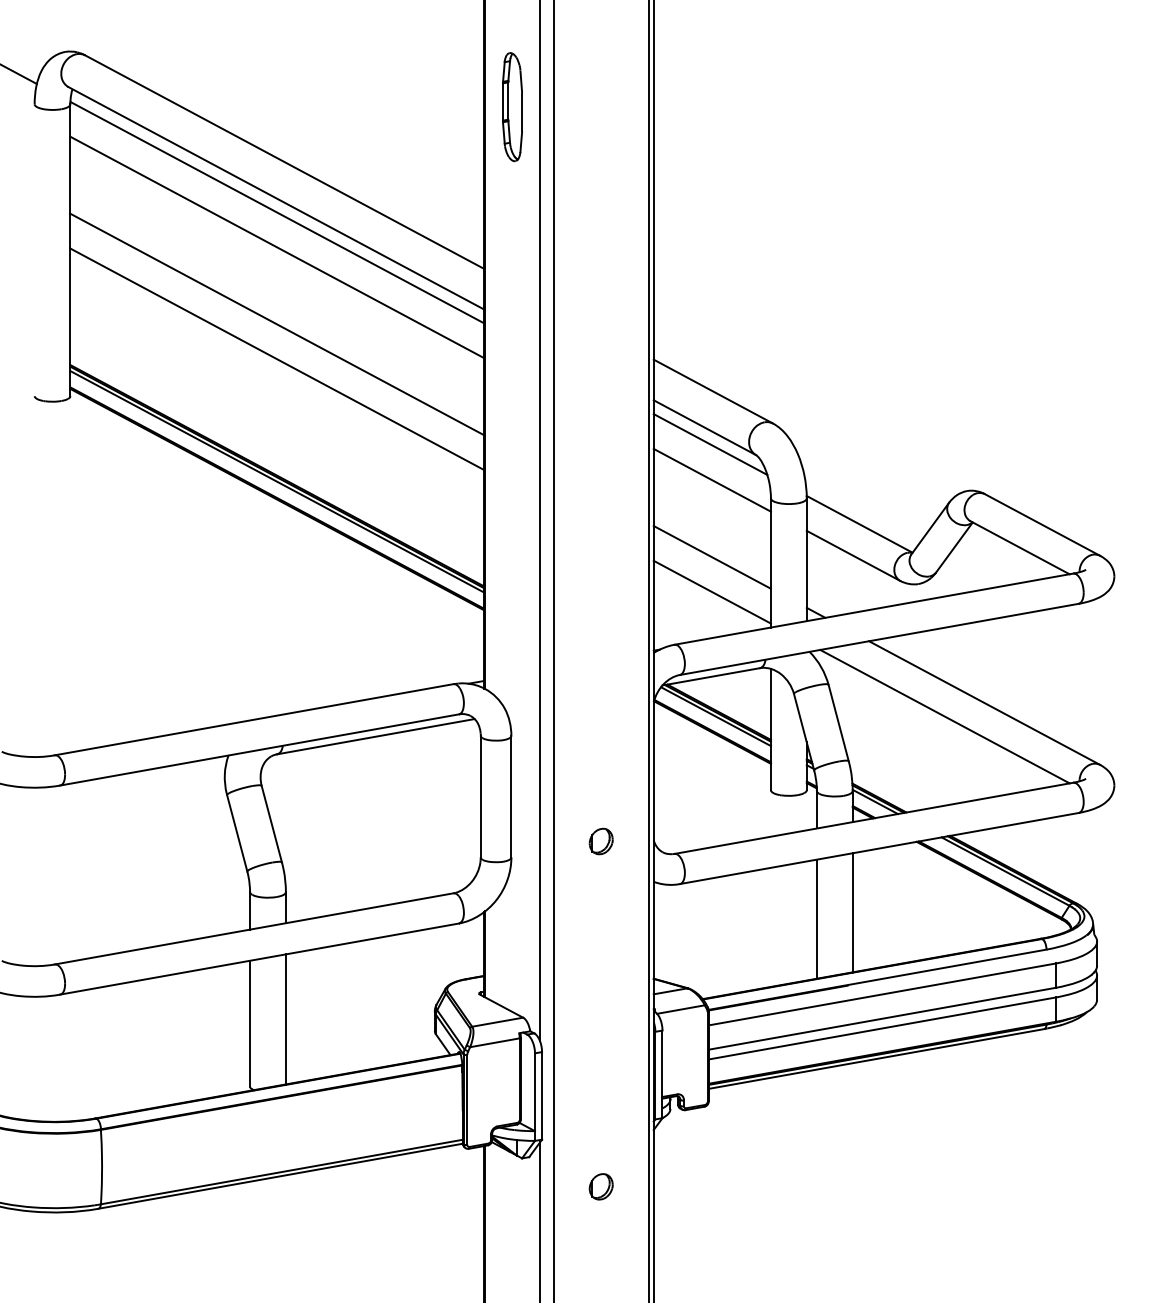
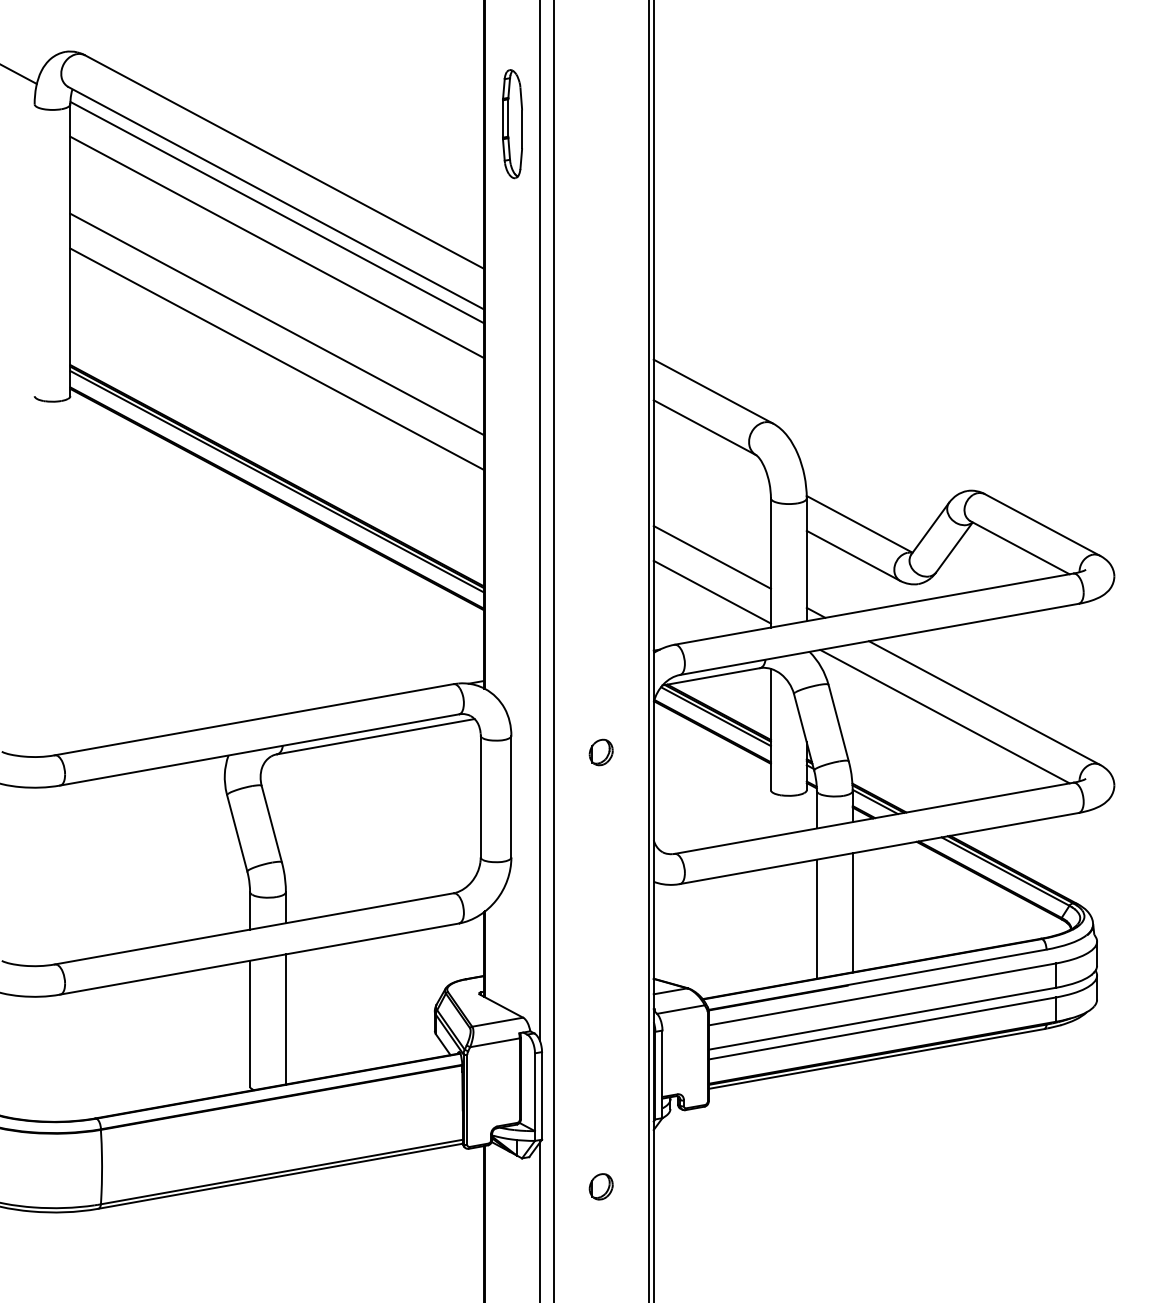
part at (512, 107) position: (512, 107) -> (512, 124)
line at (710, 444): present -> none
line at (711, 479): present -> none
part at (600, 841) position: (600, 841) -> (600, 752)
